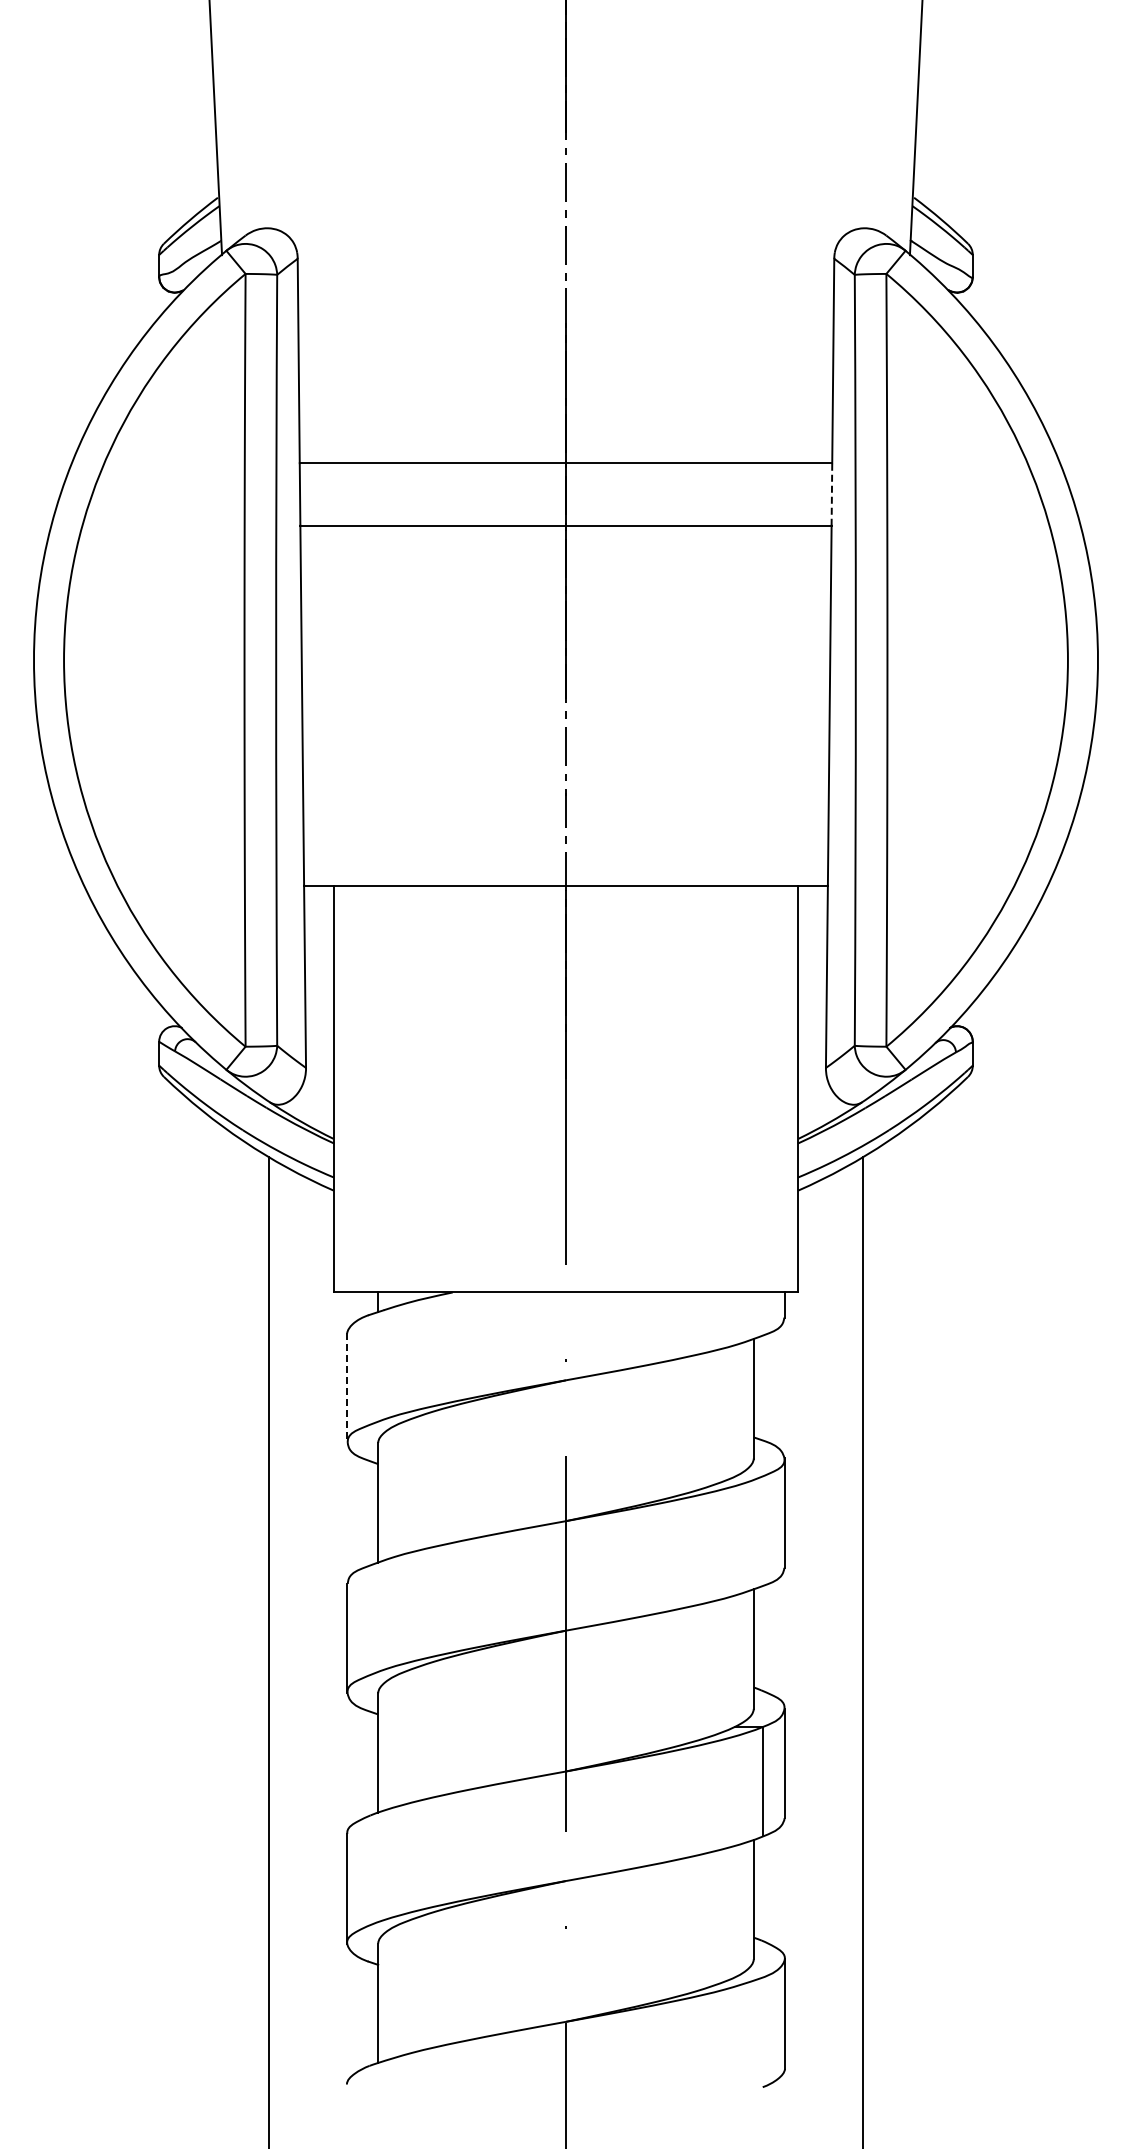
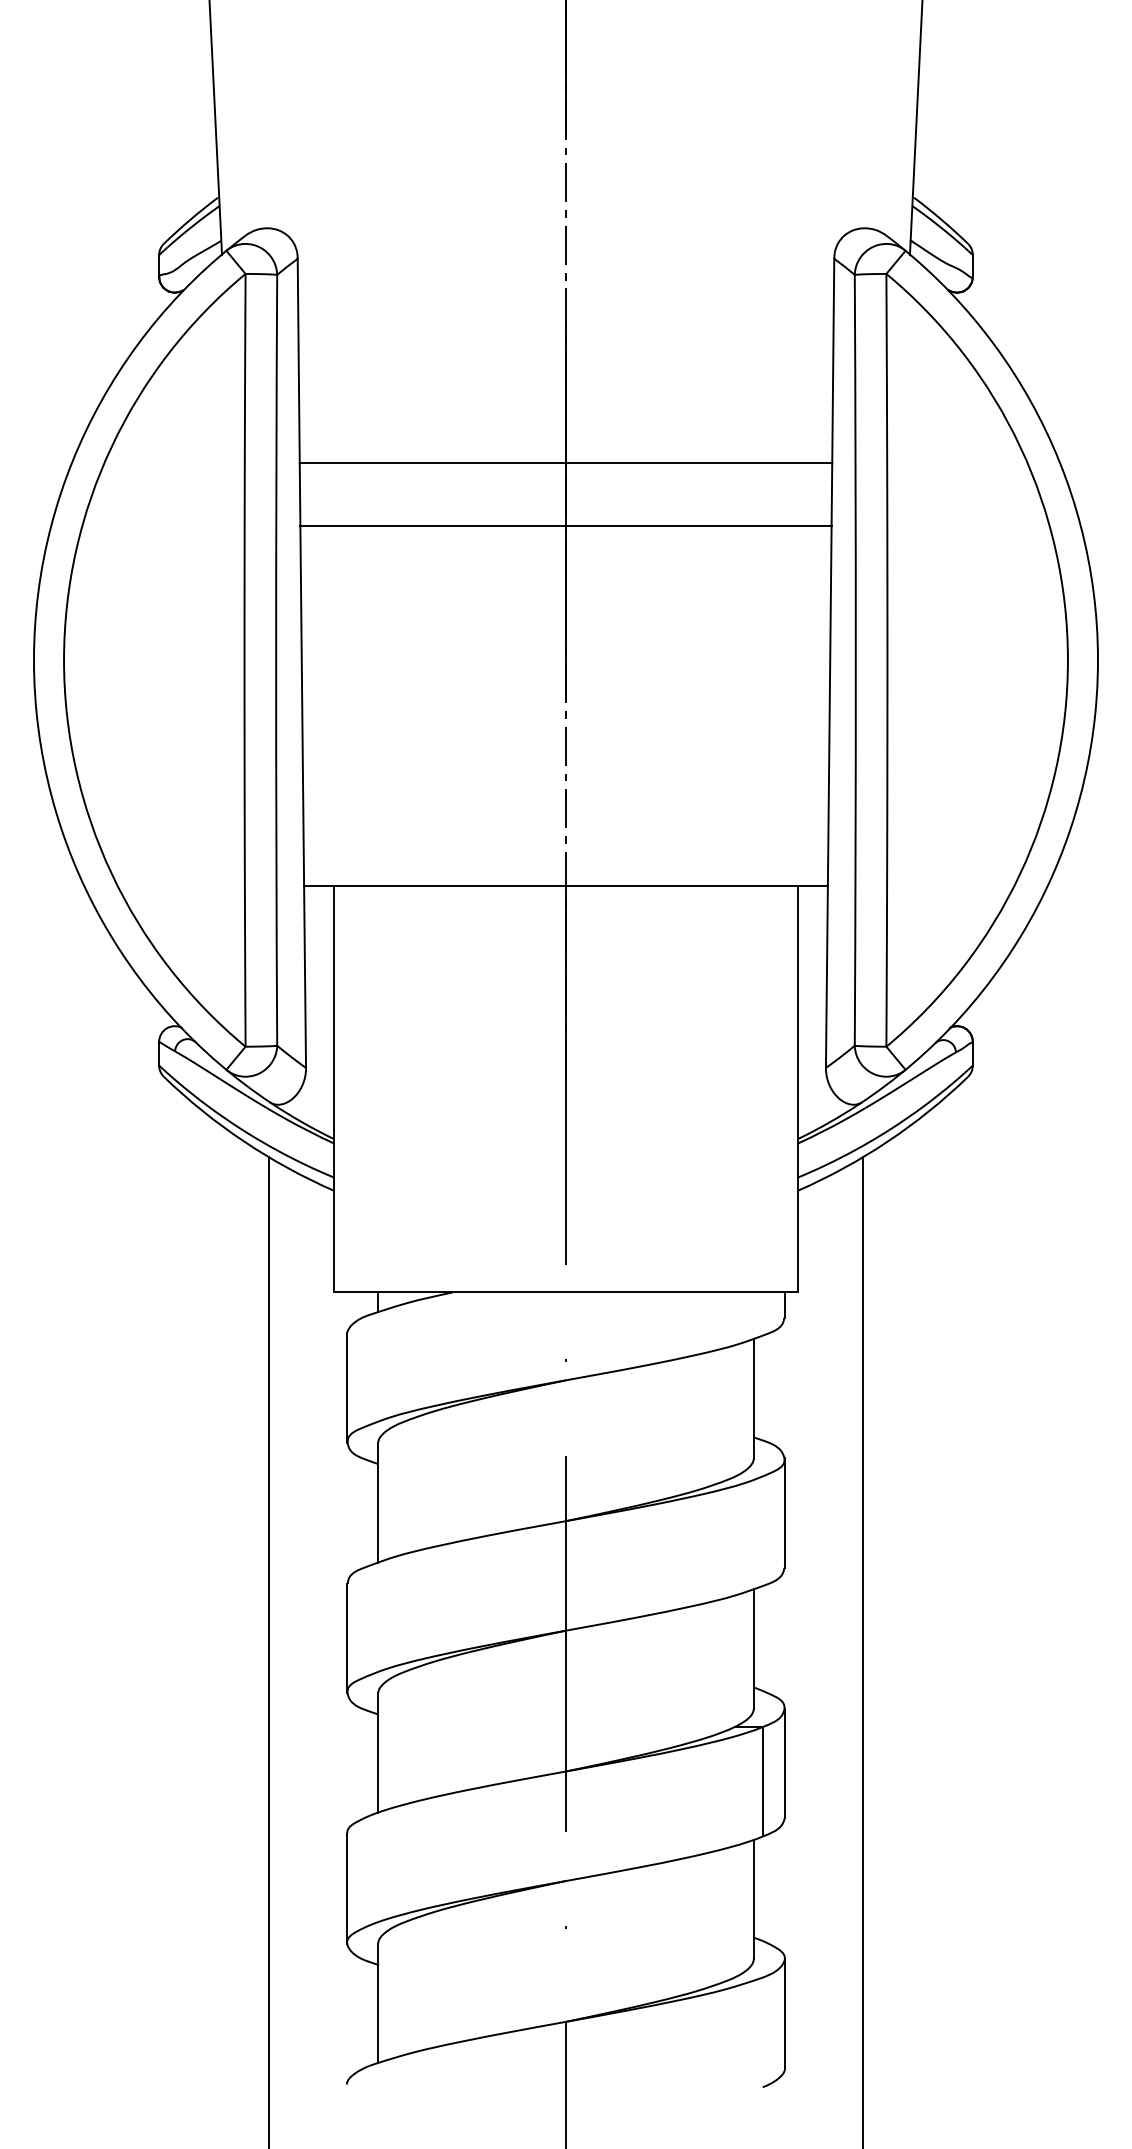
line at (831, 493): dashed -> solid
line at (347, 1388): dashed -> solid
